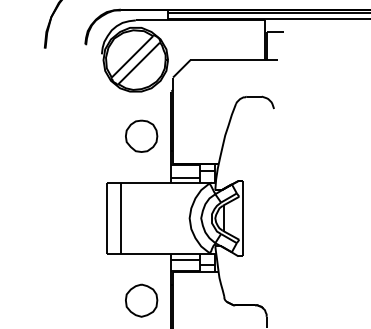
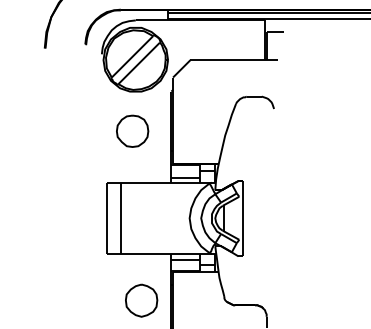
part at (141, 135) position: (141, 135) -> (132, 130)
